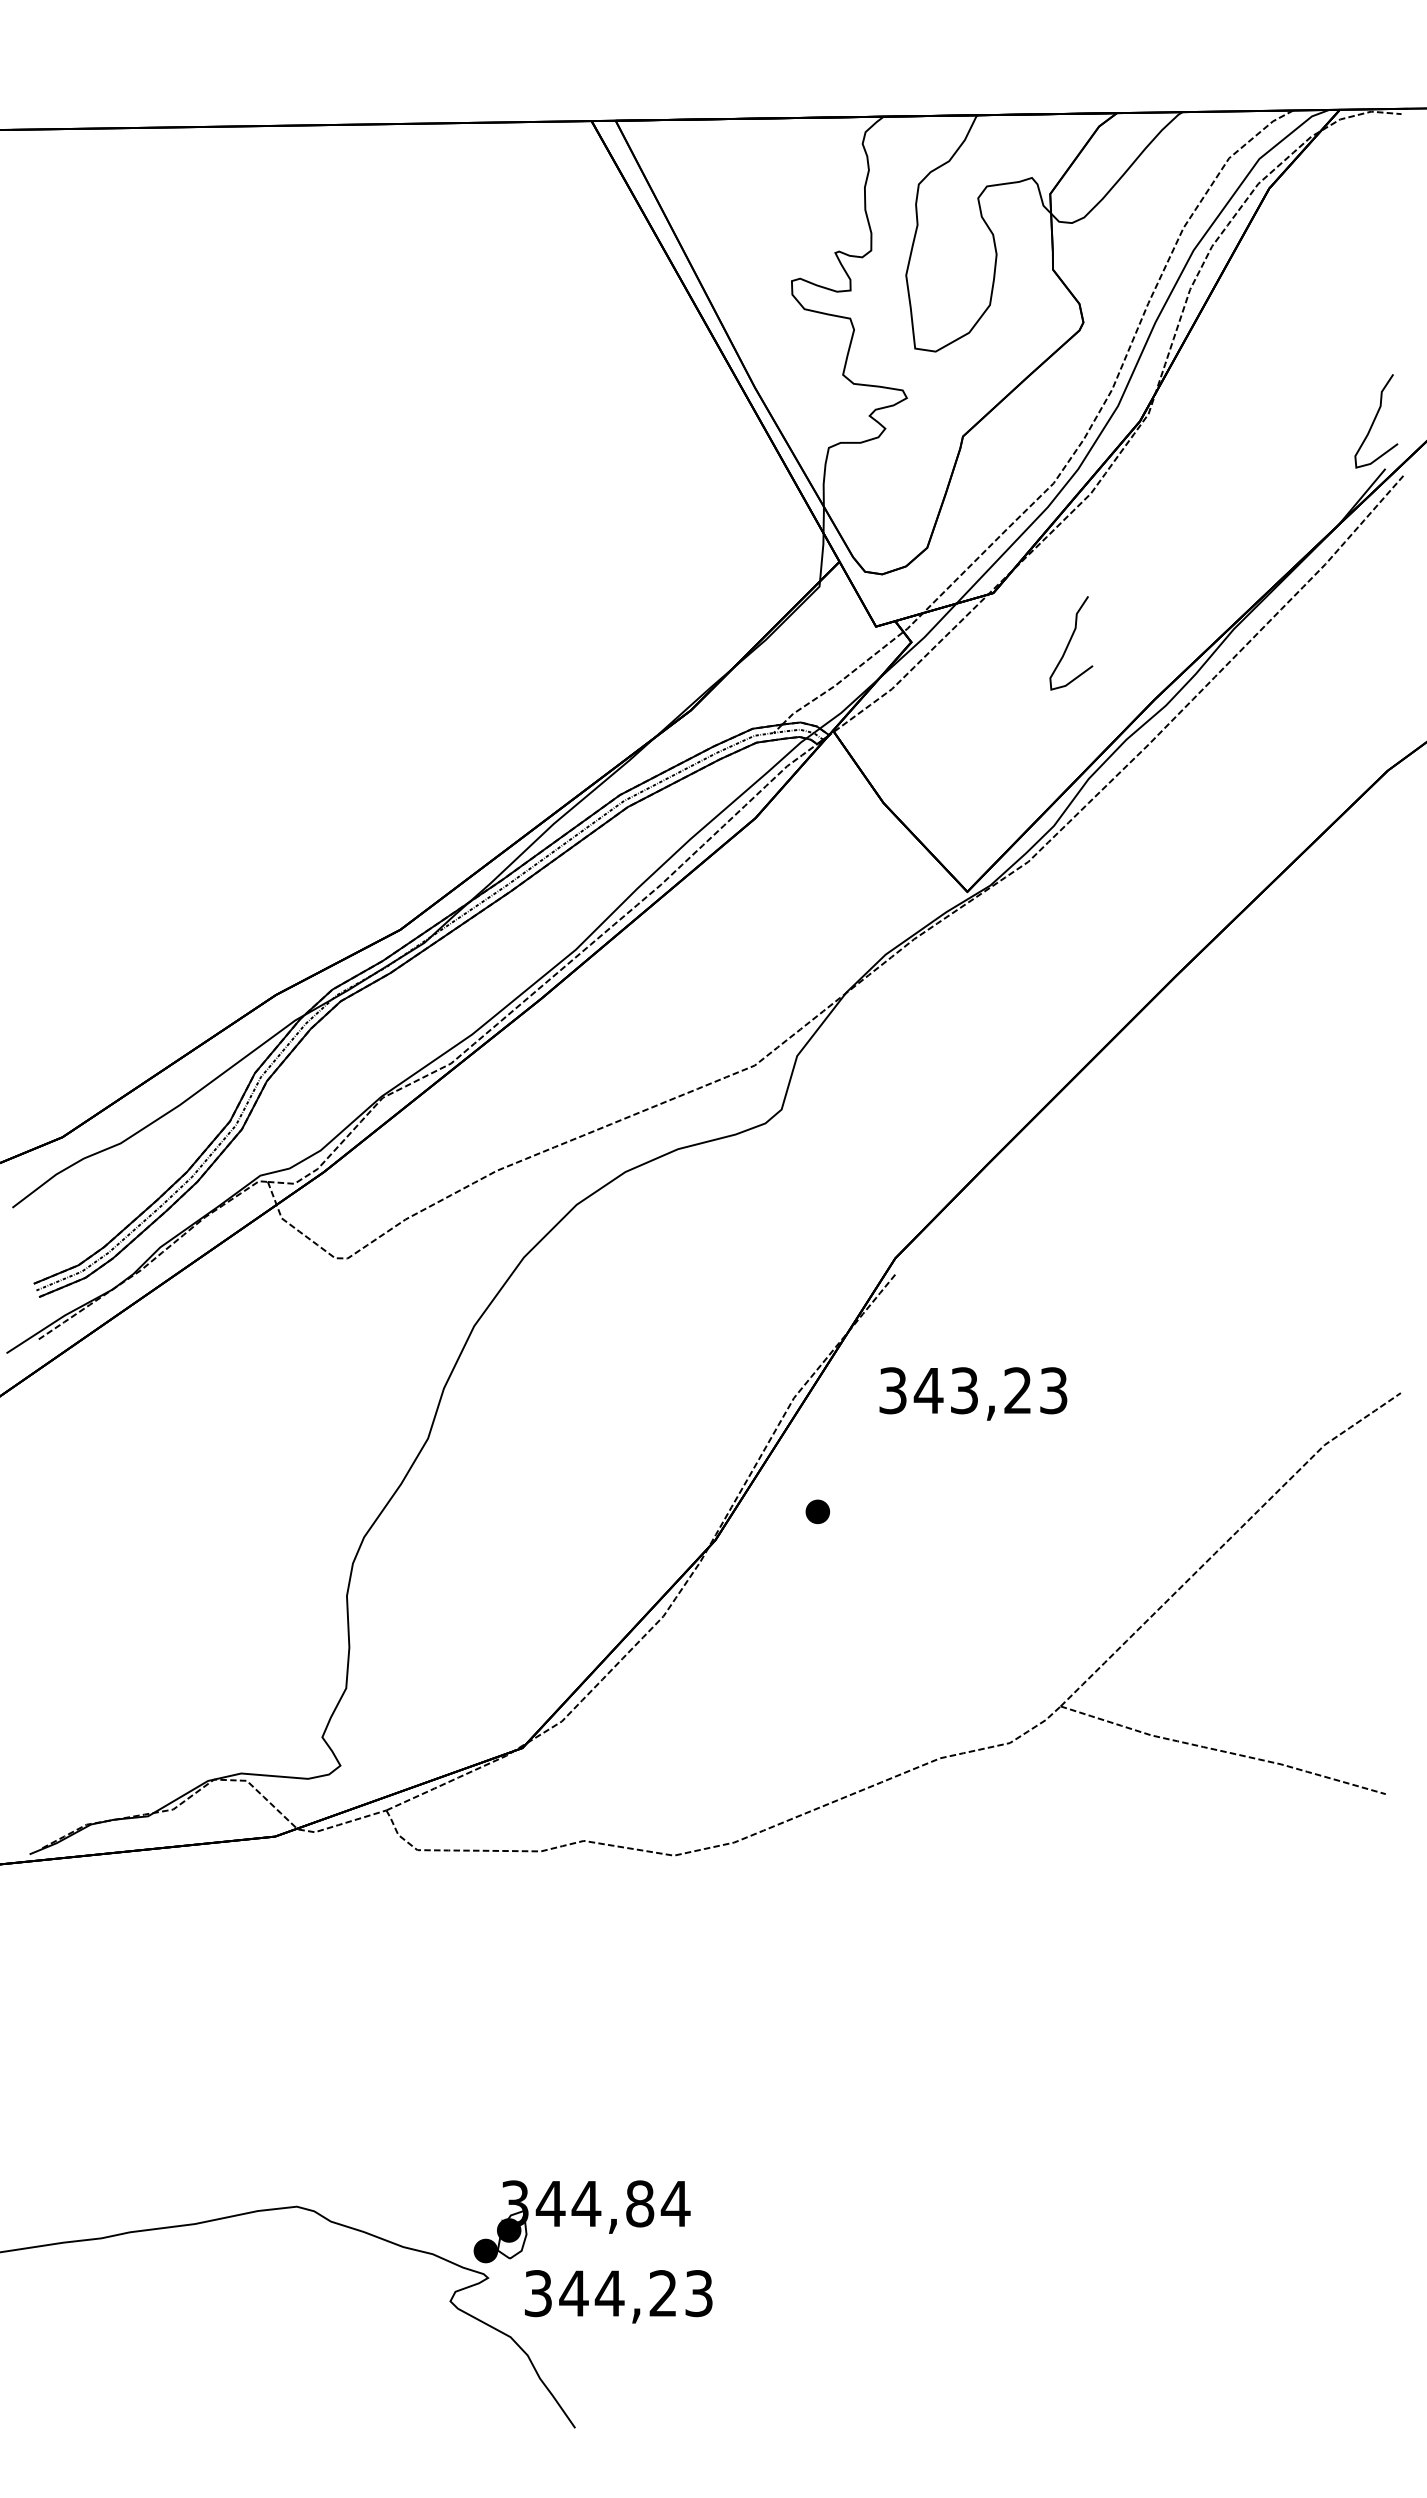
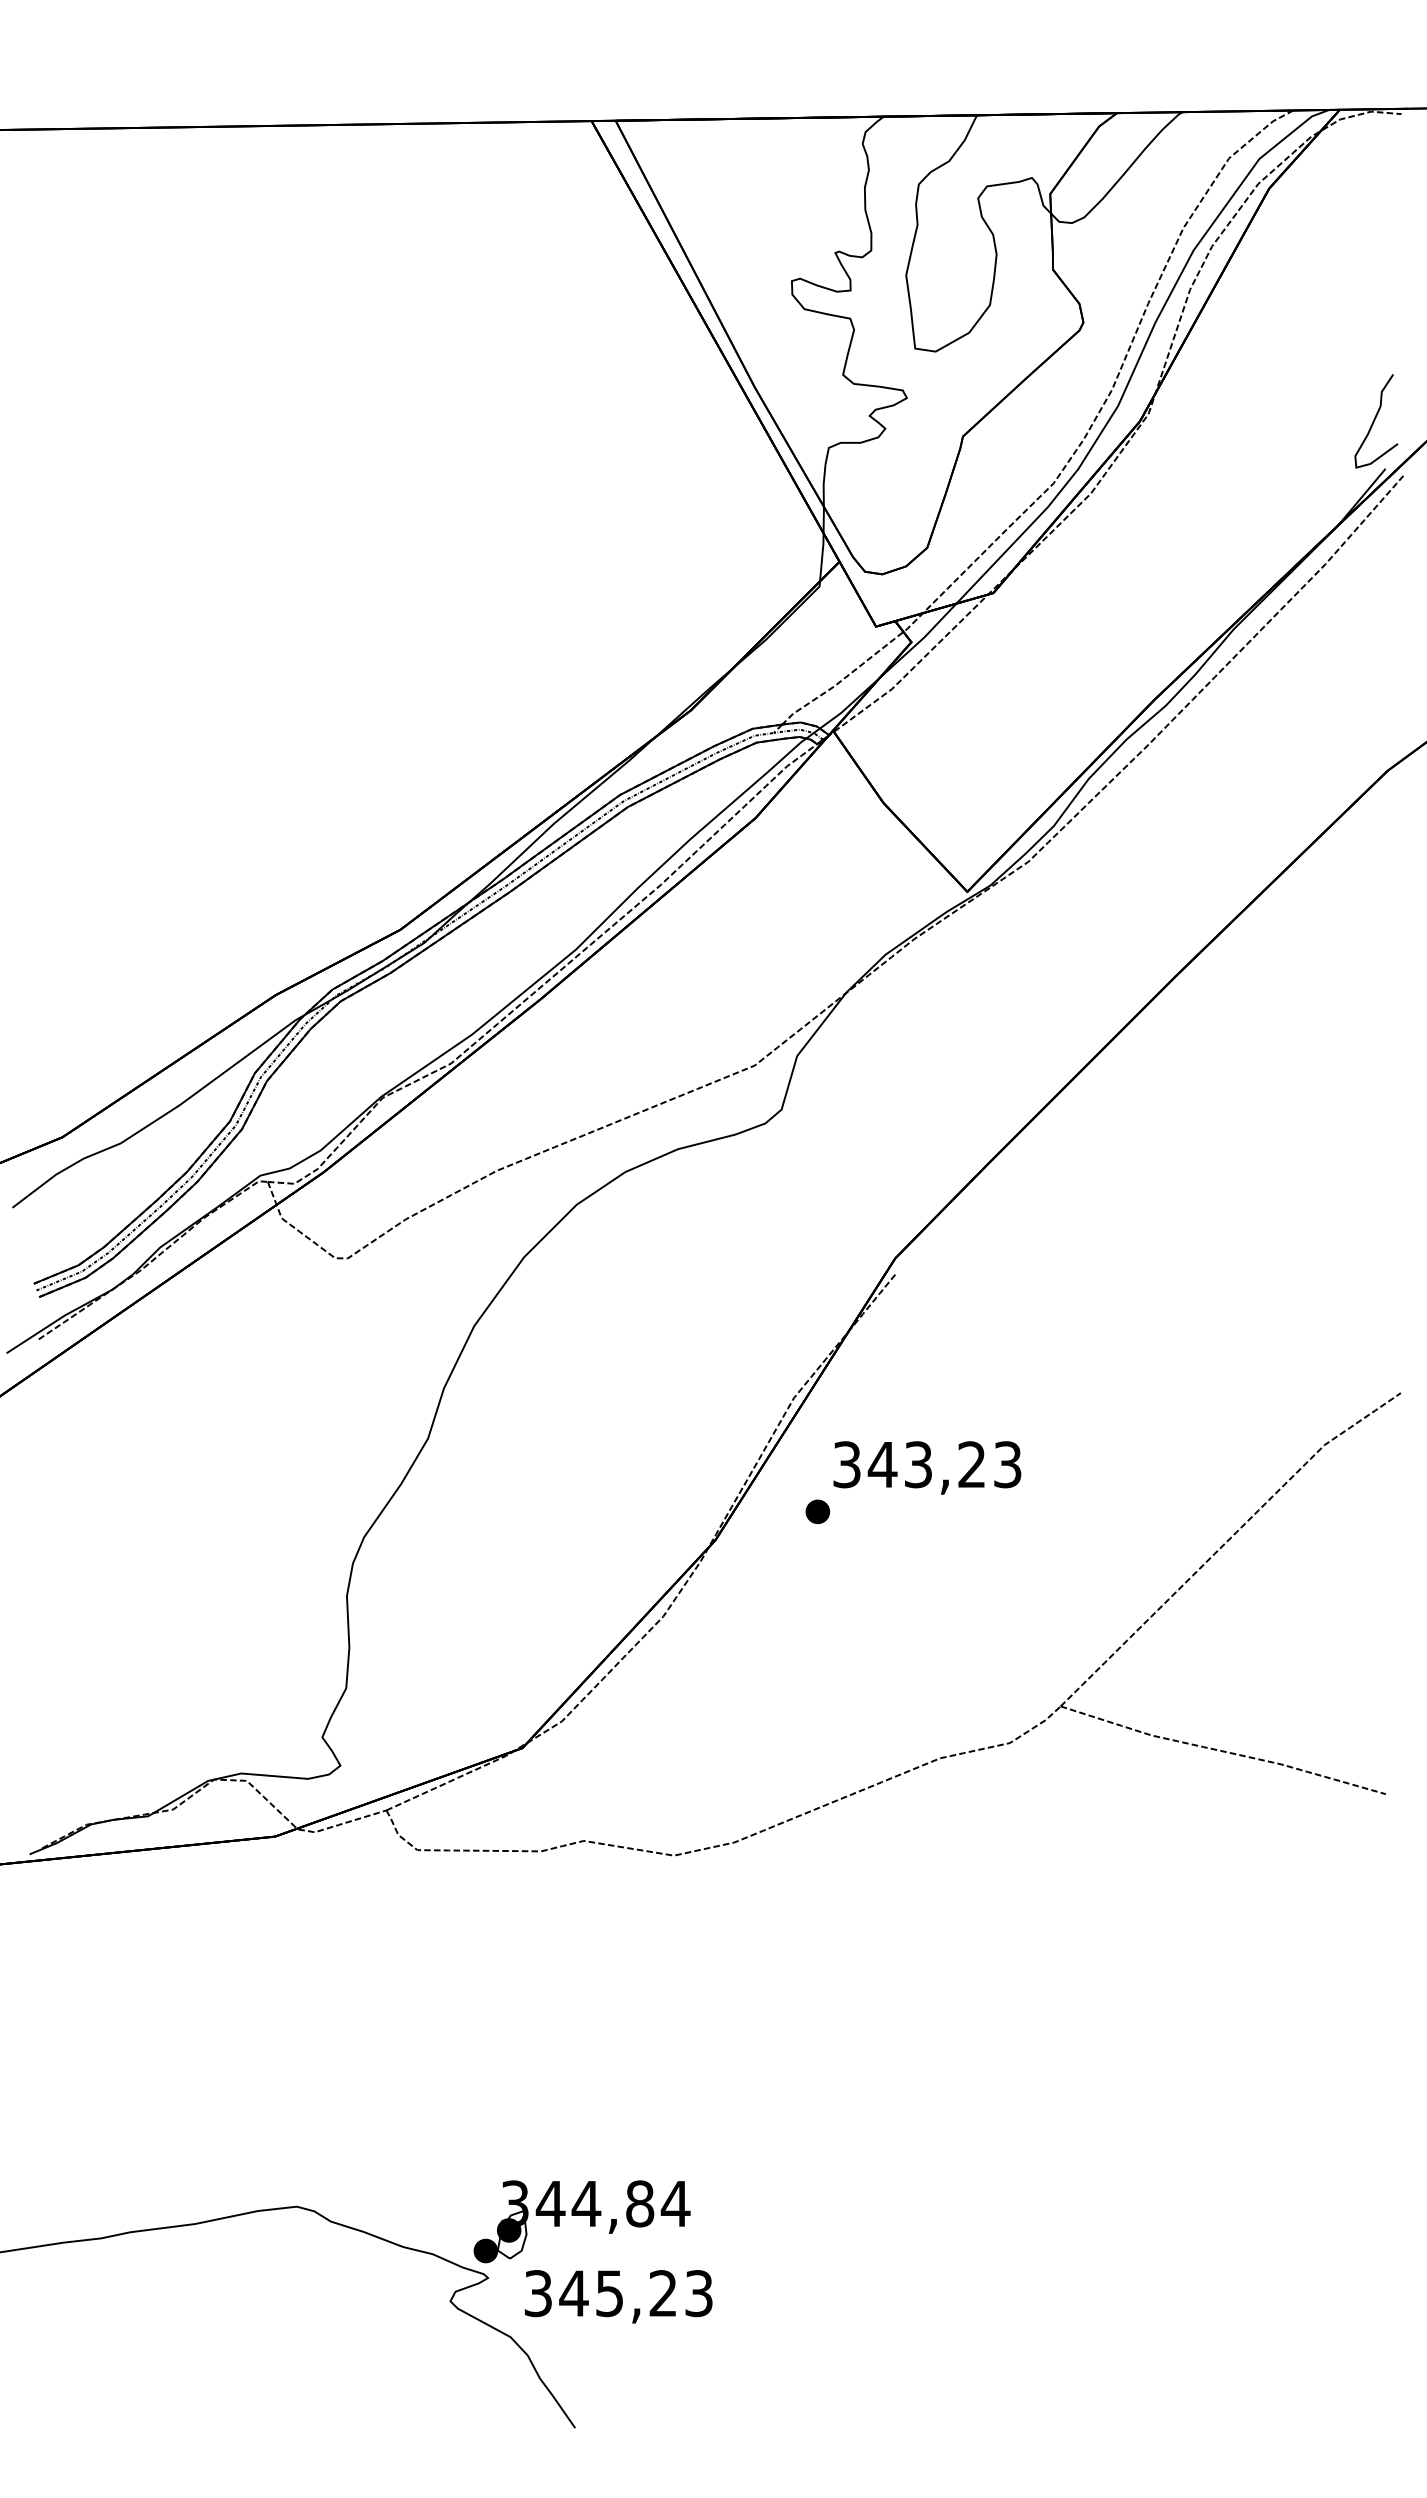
curve at (1070, 642): present -> none
text at (973, 1393) position: (973, 1393) -> (927, 1467)
text at (609, 2293): 344,23 -> 345,23
